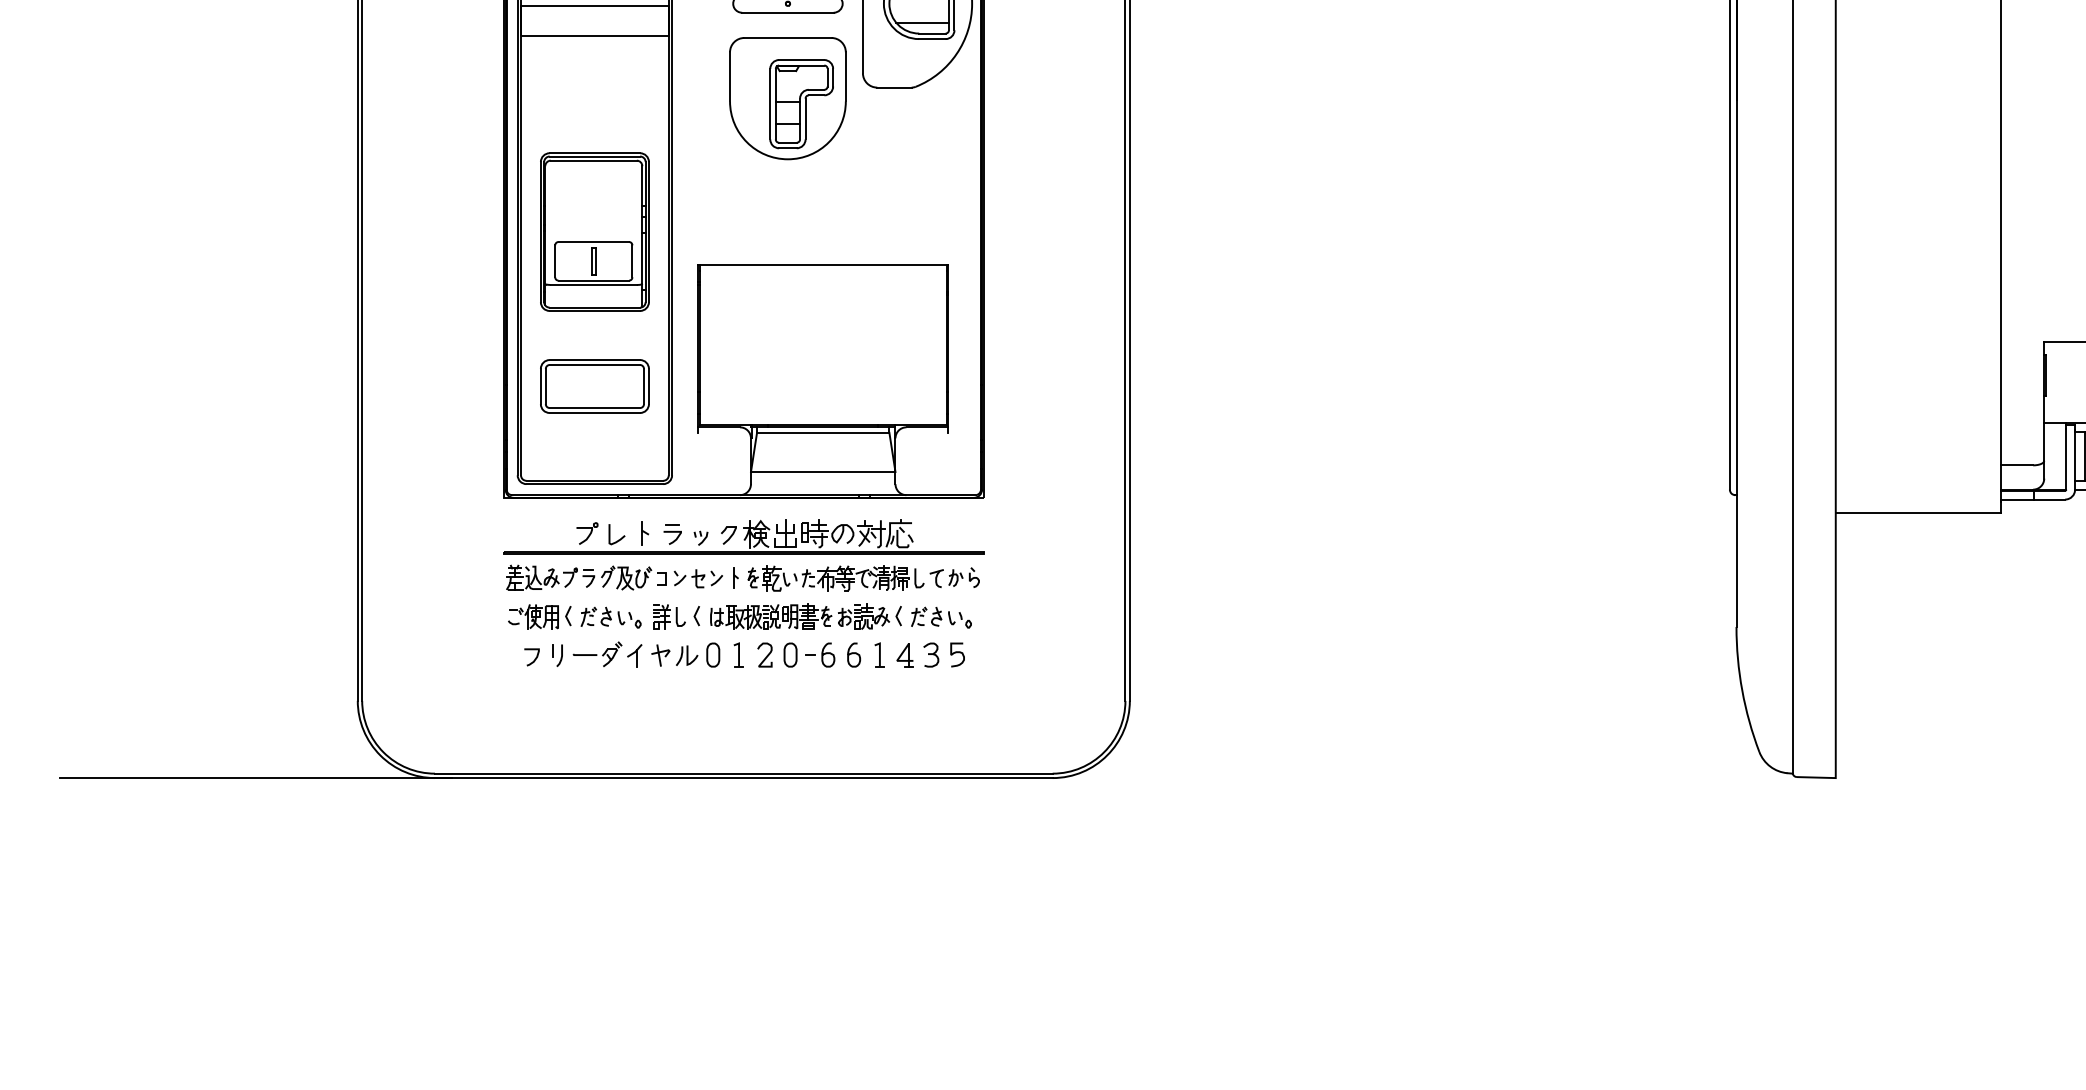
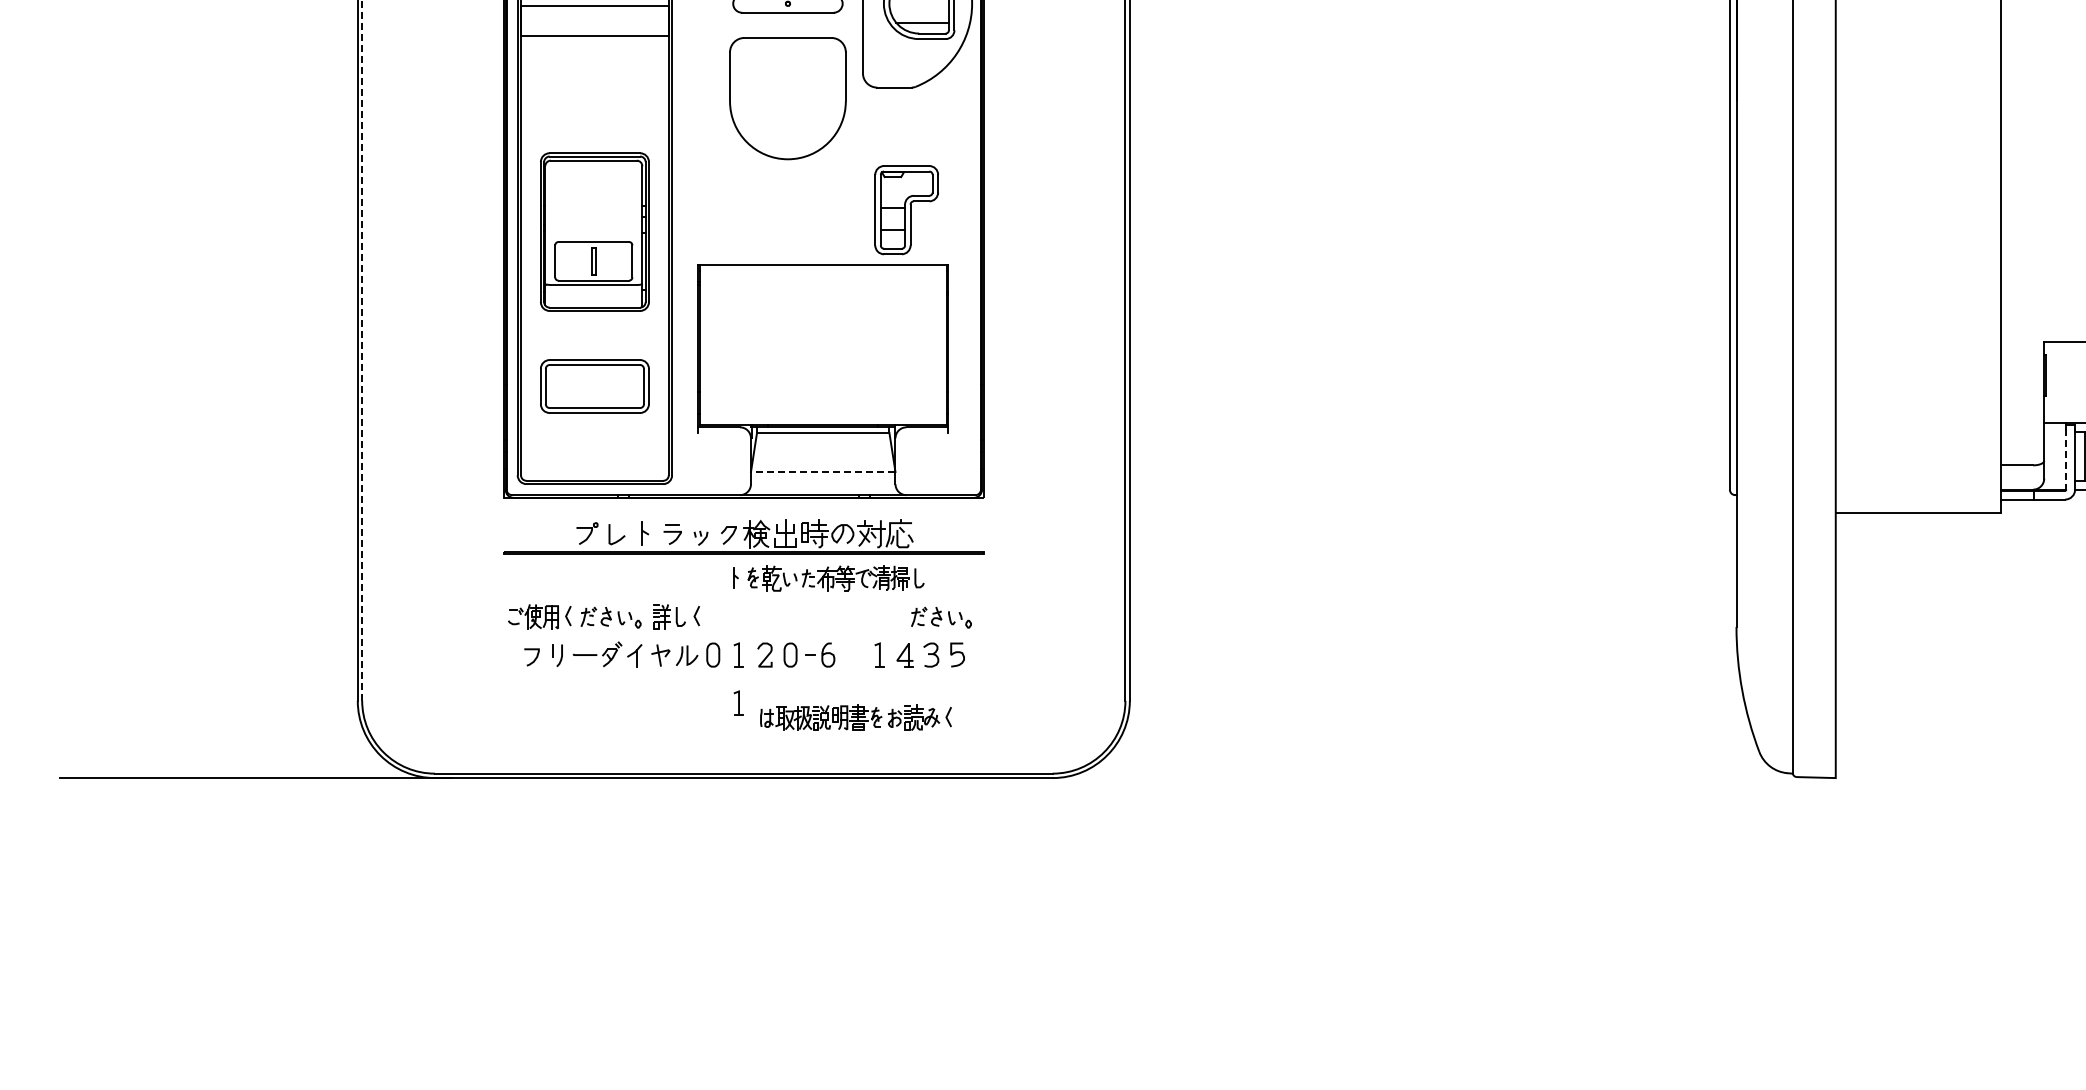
part at (801, 104) position: (801, 104) -> (906, 210)
line at (362, 350): solid -> dashed
line at (2066, 459): solid -> dashed
line at (822, 472): solid -> dashed
part at (614, 577): present -> none
part at (954, 577): present -> none
part at (805, 616) position: (805, 616) -> (855, 717)
curve at (853, 654): present -> none
part at (738, 702): none -> present
